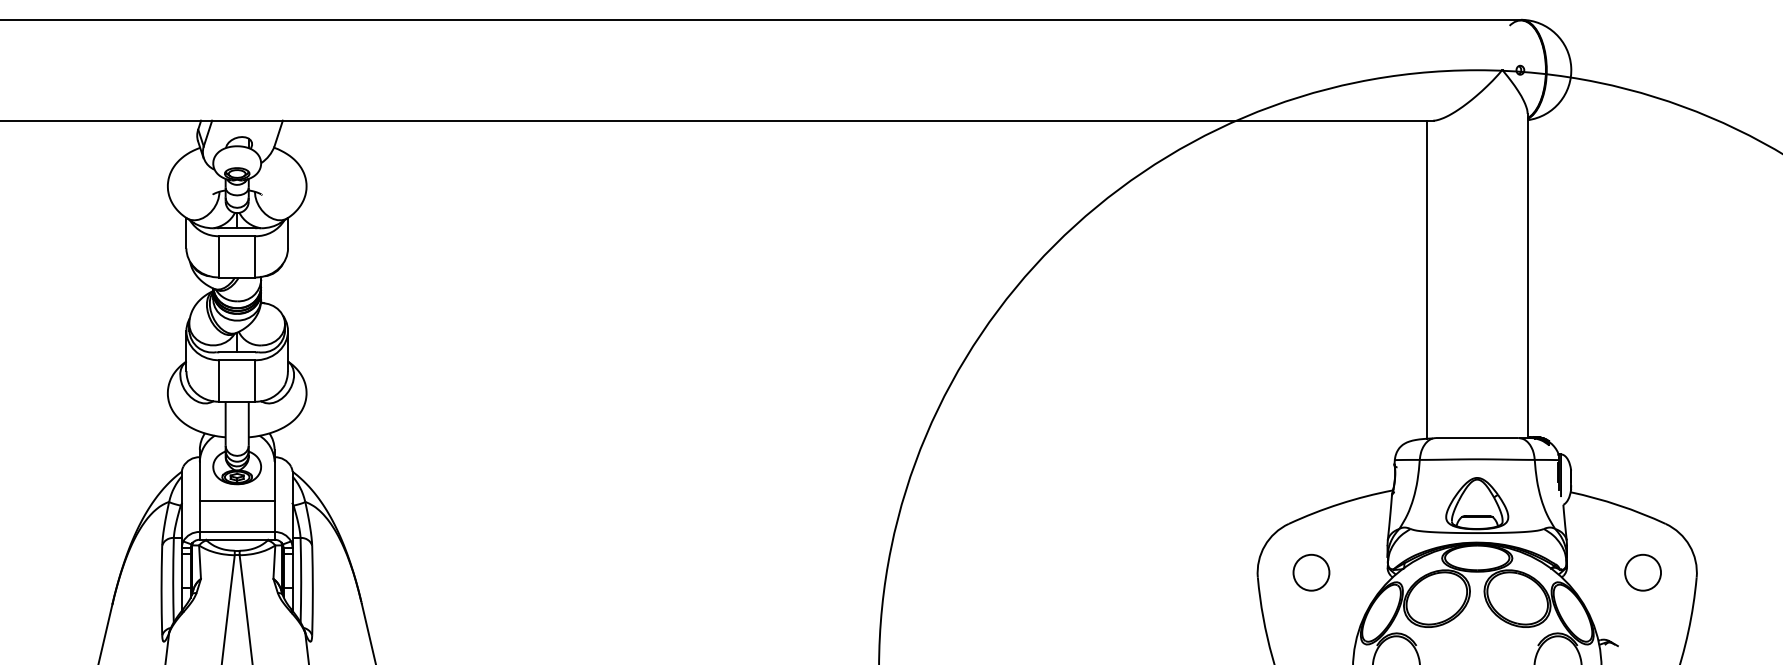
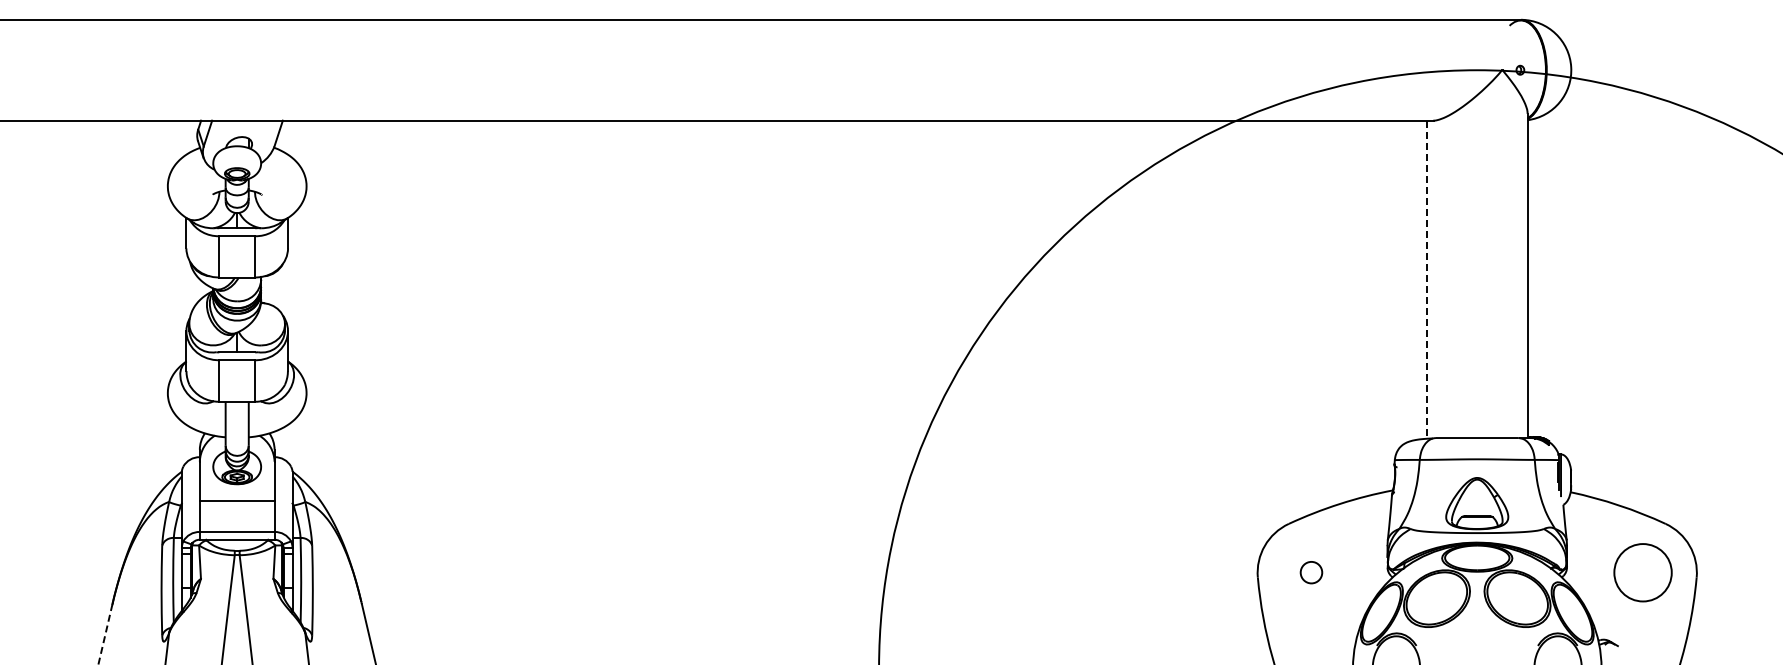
line at (1426, 280): solid -> dashed
circle at (1311, 572) size: 39x39 px -> 25x24 px
circle at (1643, 572) diameter: 36 px -> 57 px
line at (105, 634): solid -> dashed
